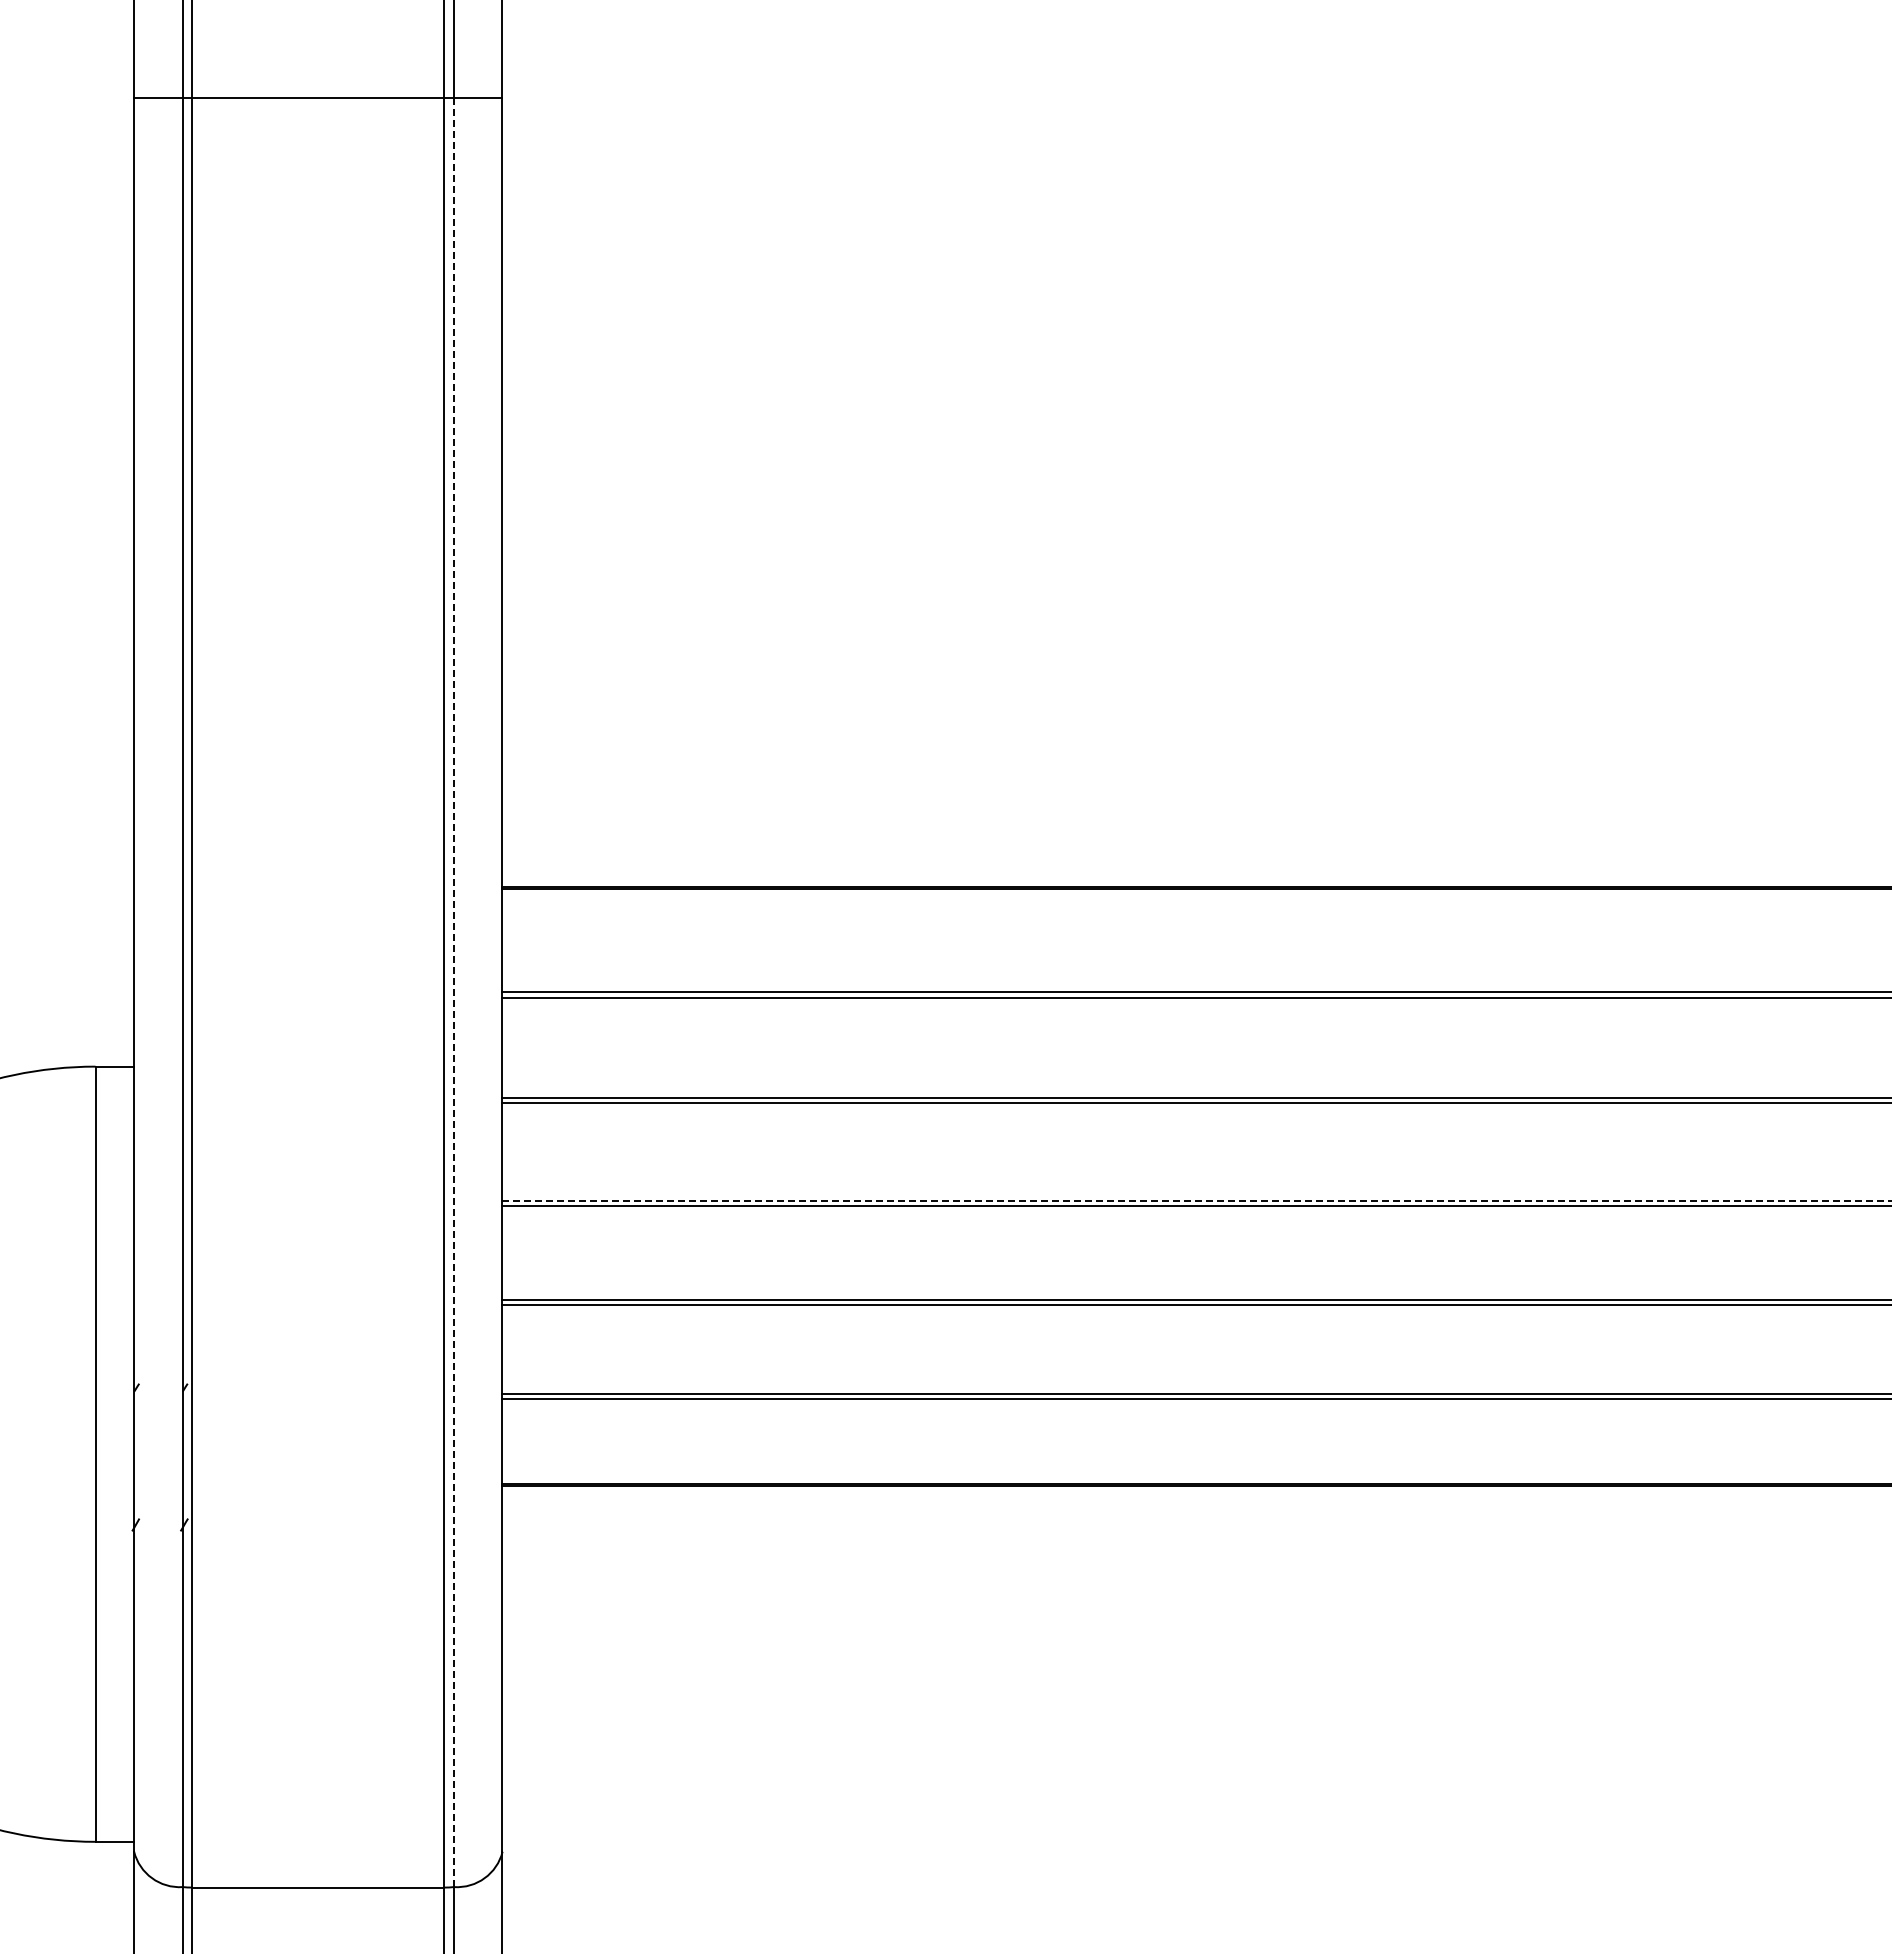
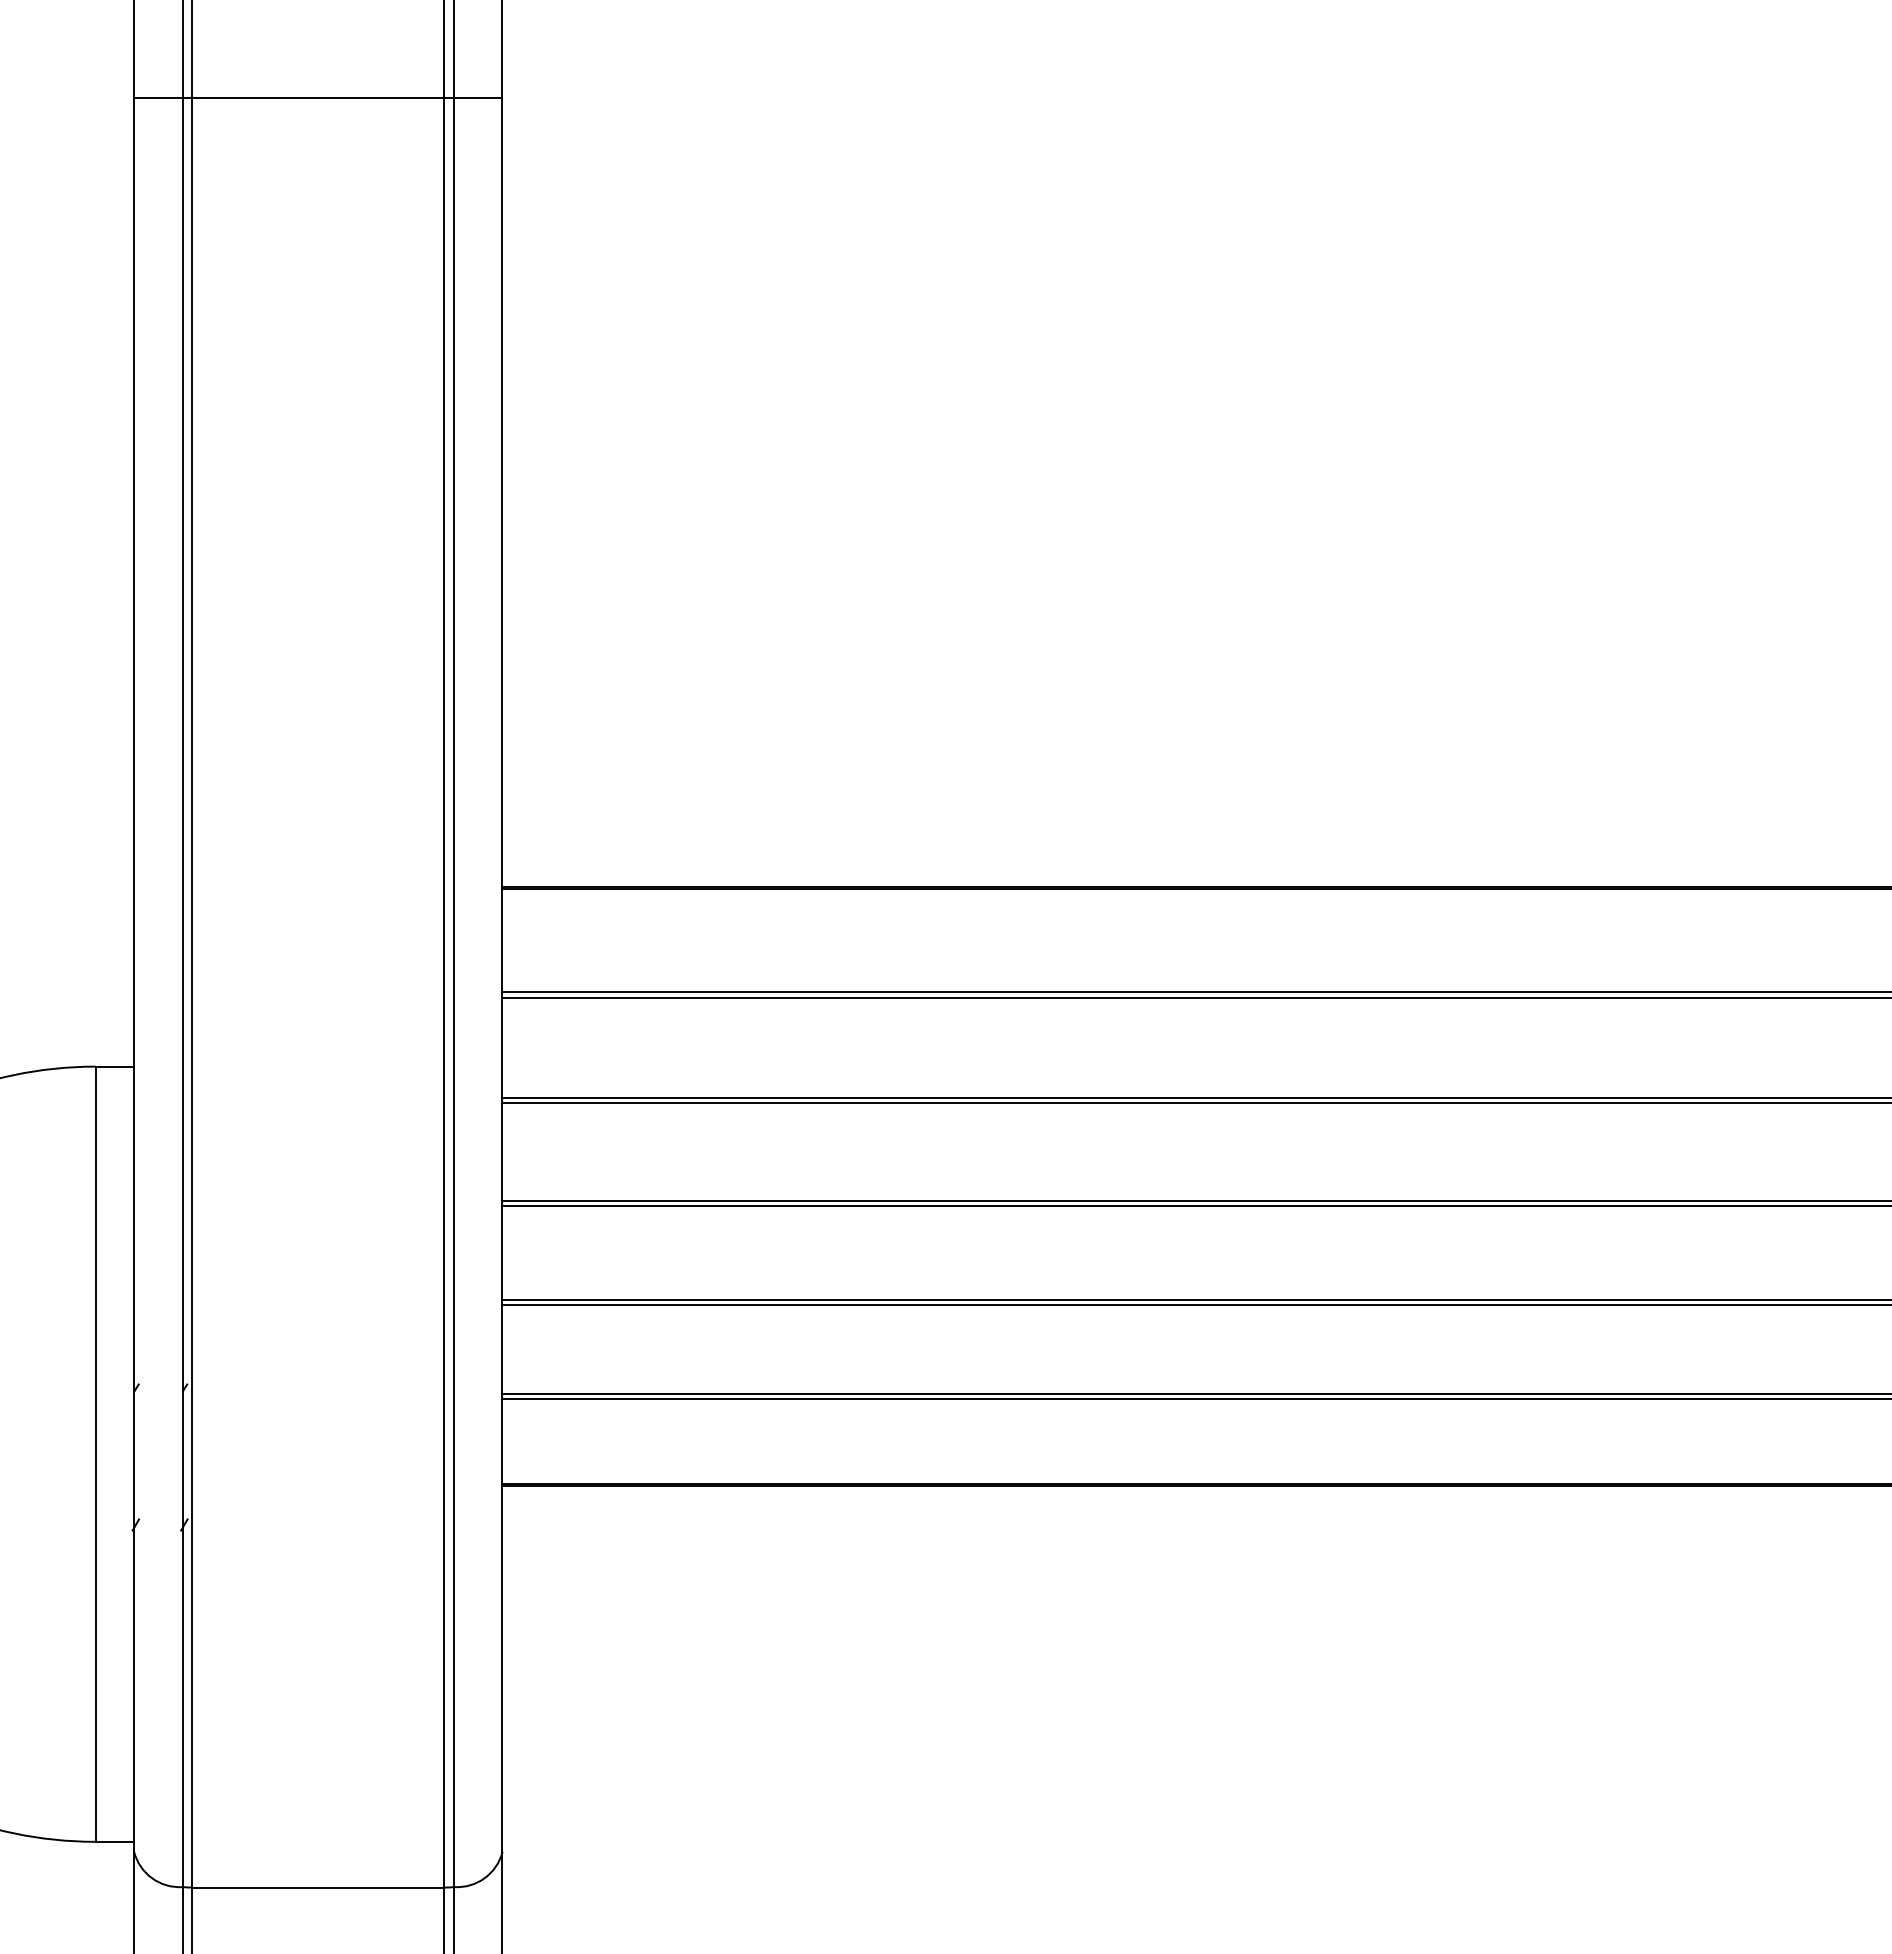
line at (454, 992): dashed -> solid
line at (1197, 1200): dashed -> solid
